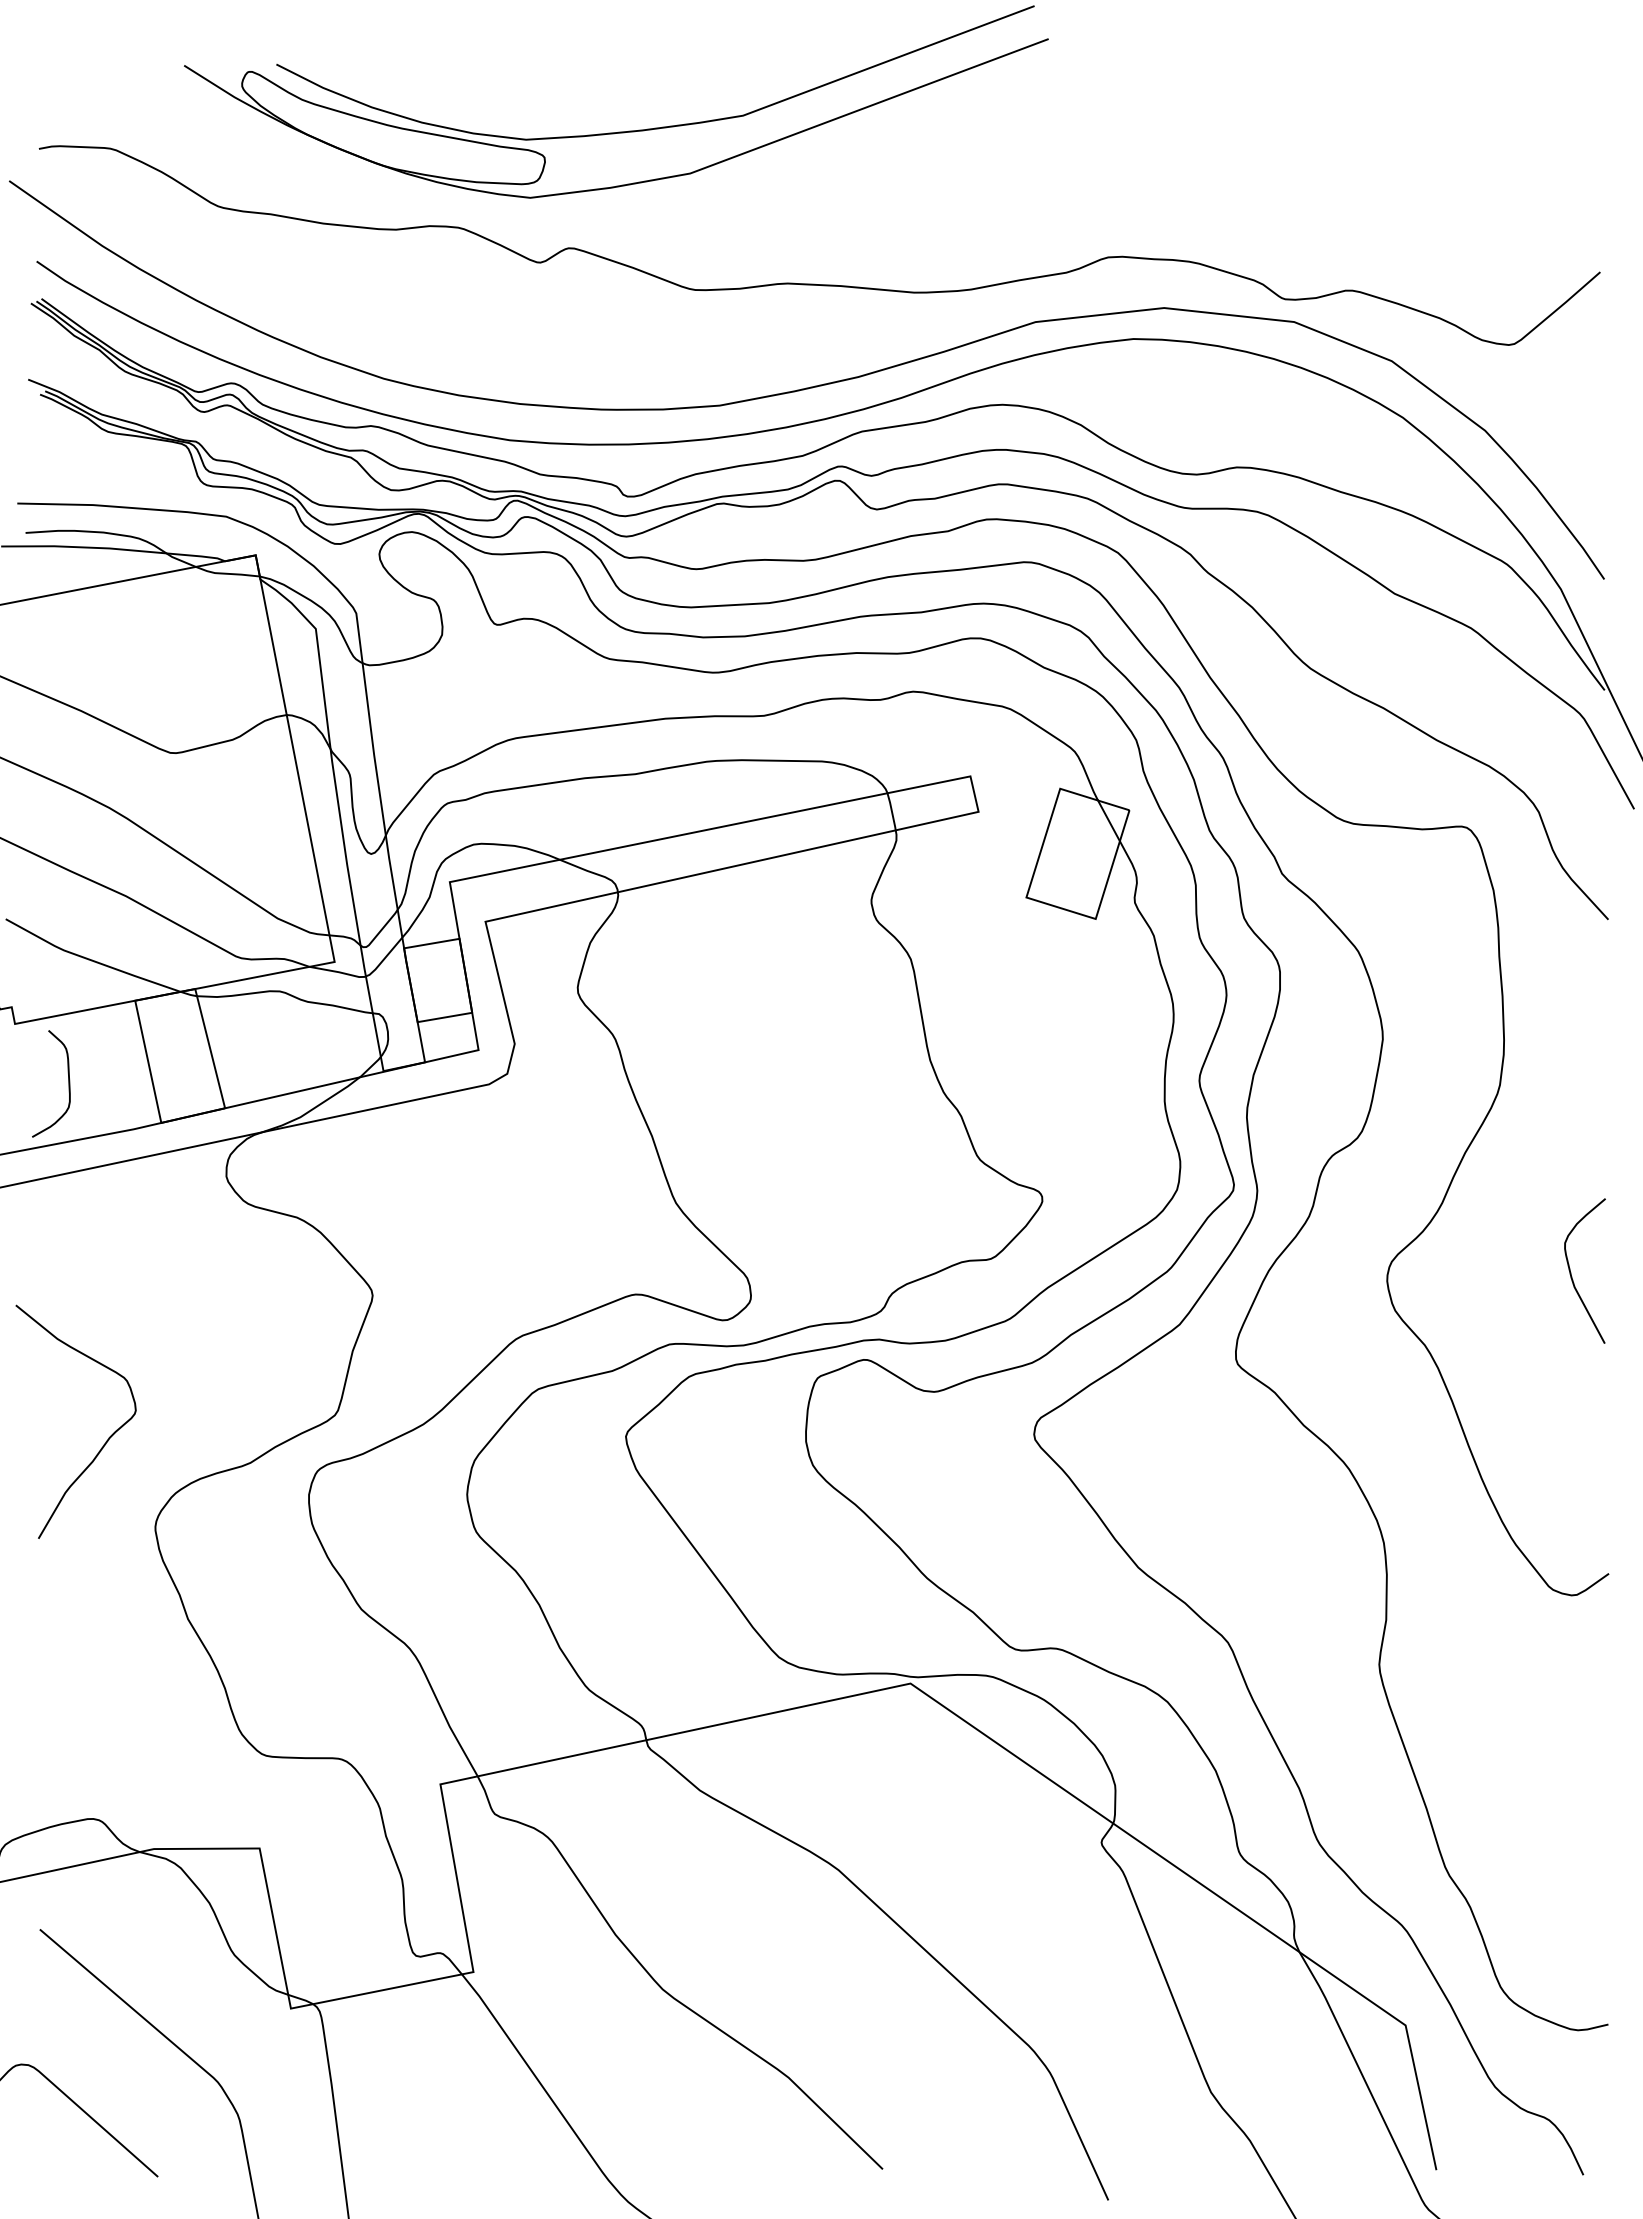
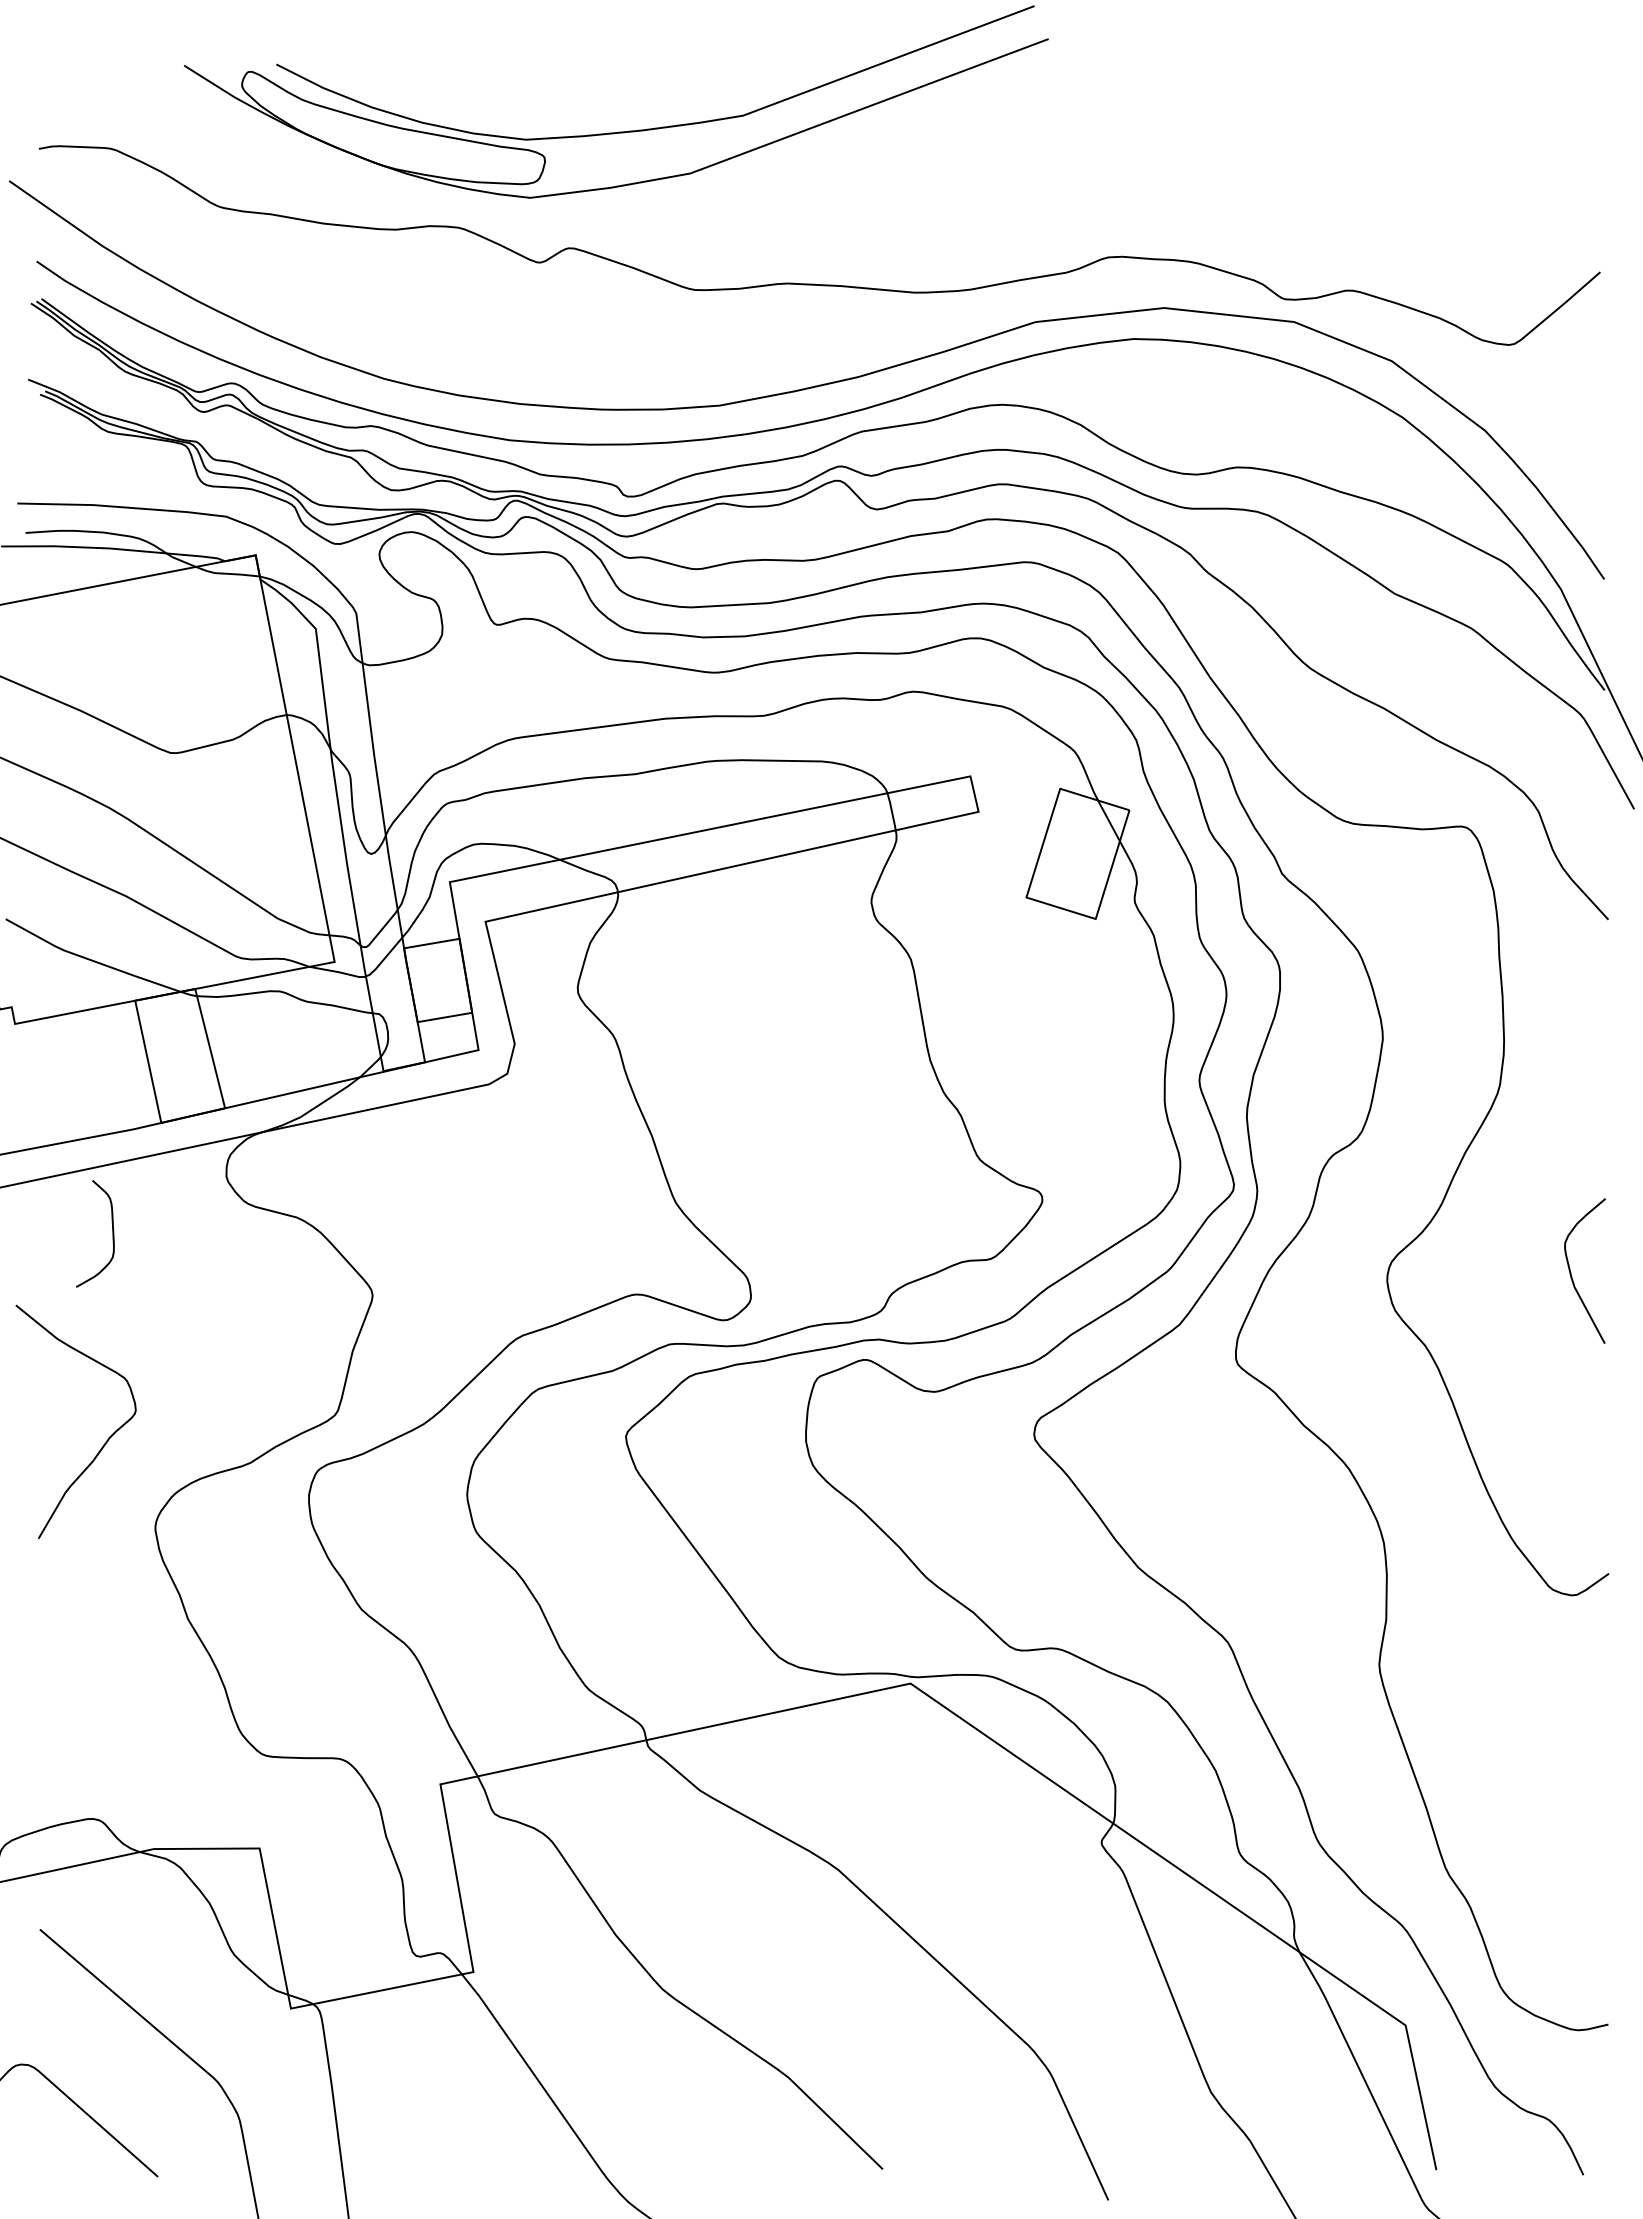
curve at (68, 1083) position: (68, 1083) -> (112, 1233)
